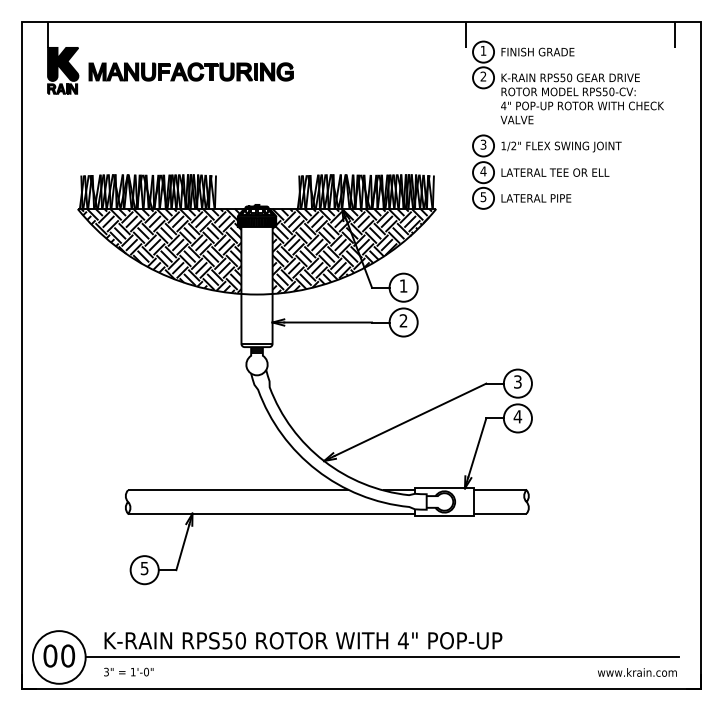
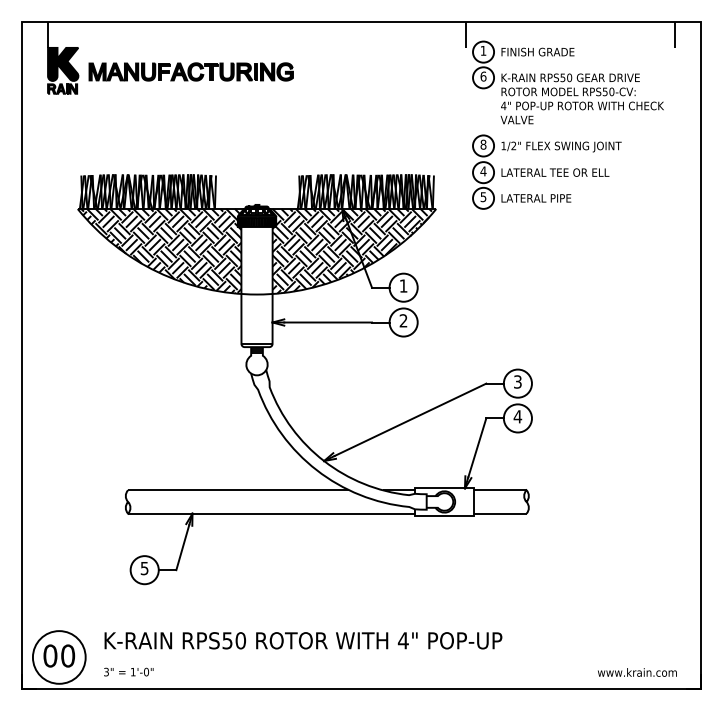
text at (483, 76): 2 -> 6
text at (483, 144): 3 -> 8
line at (381, 657): present -> none
